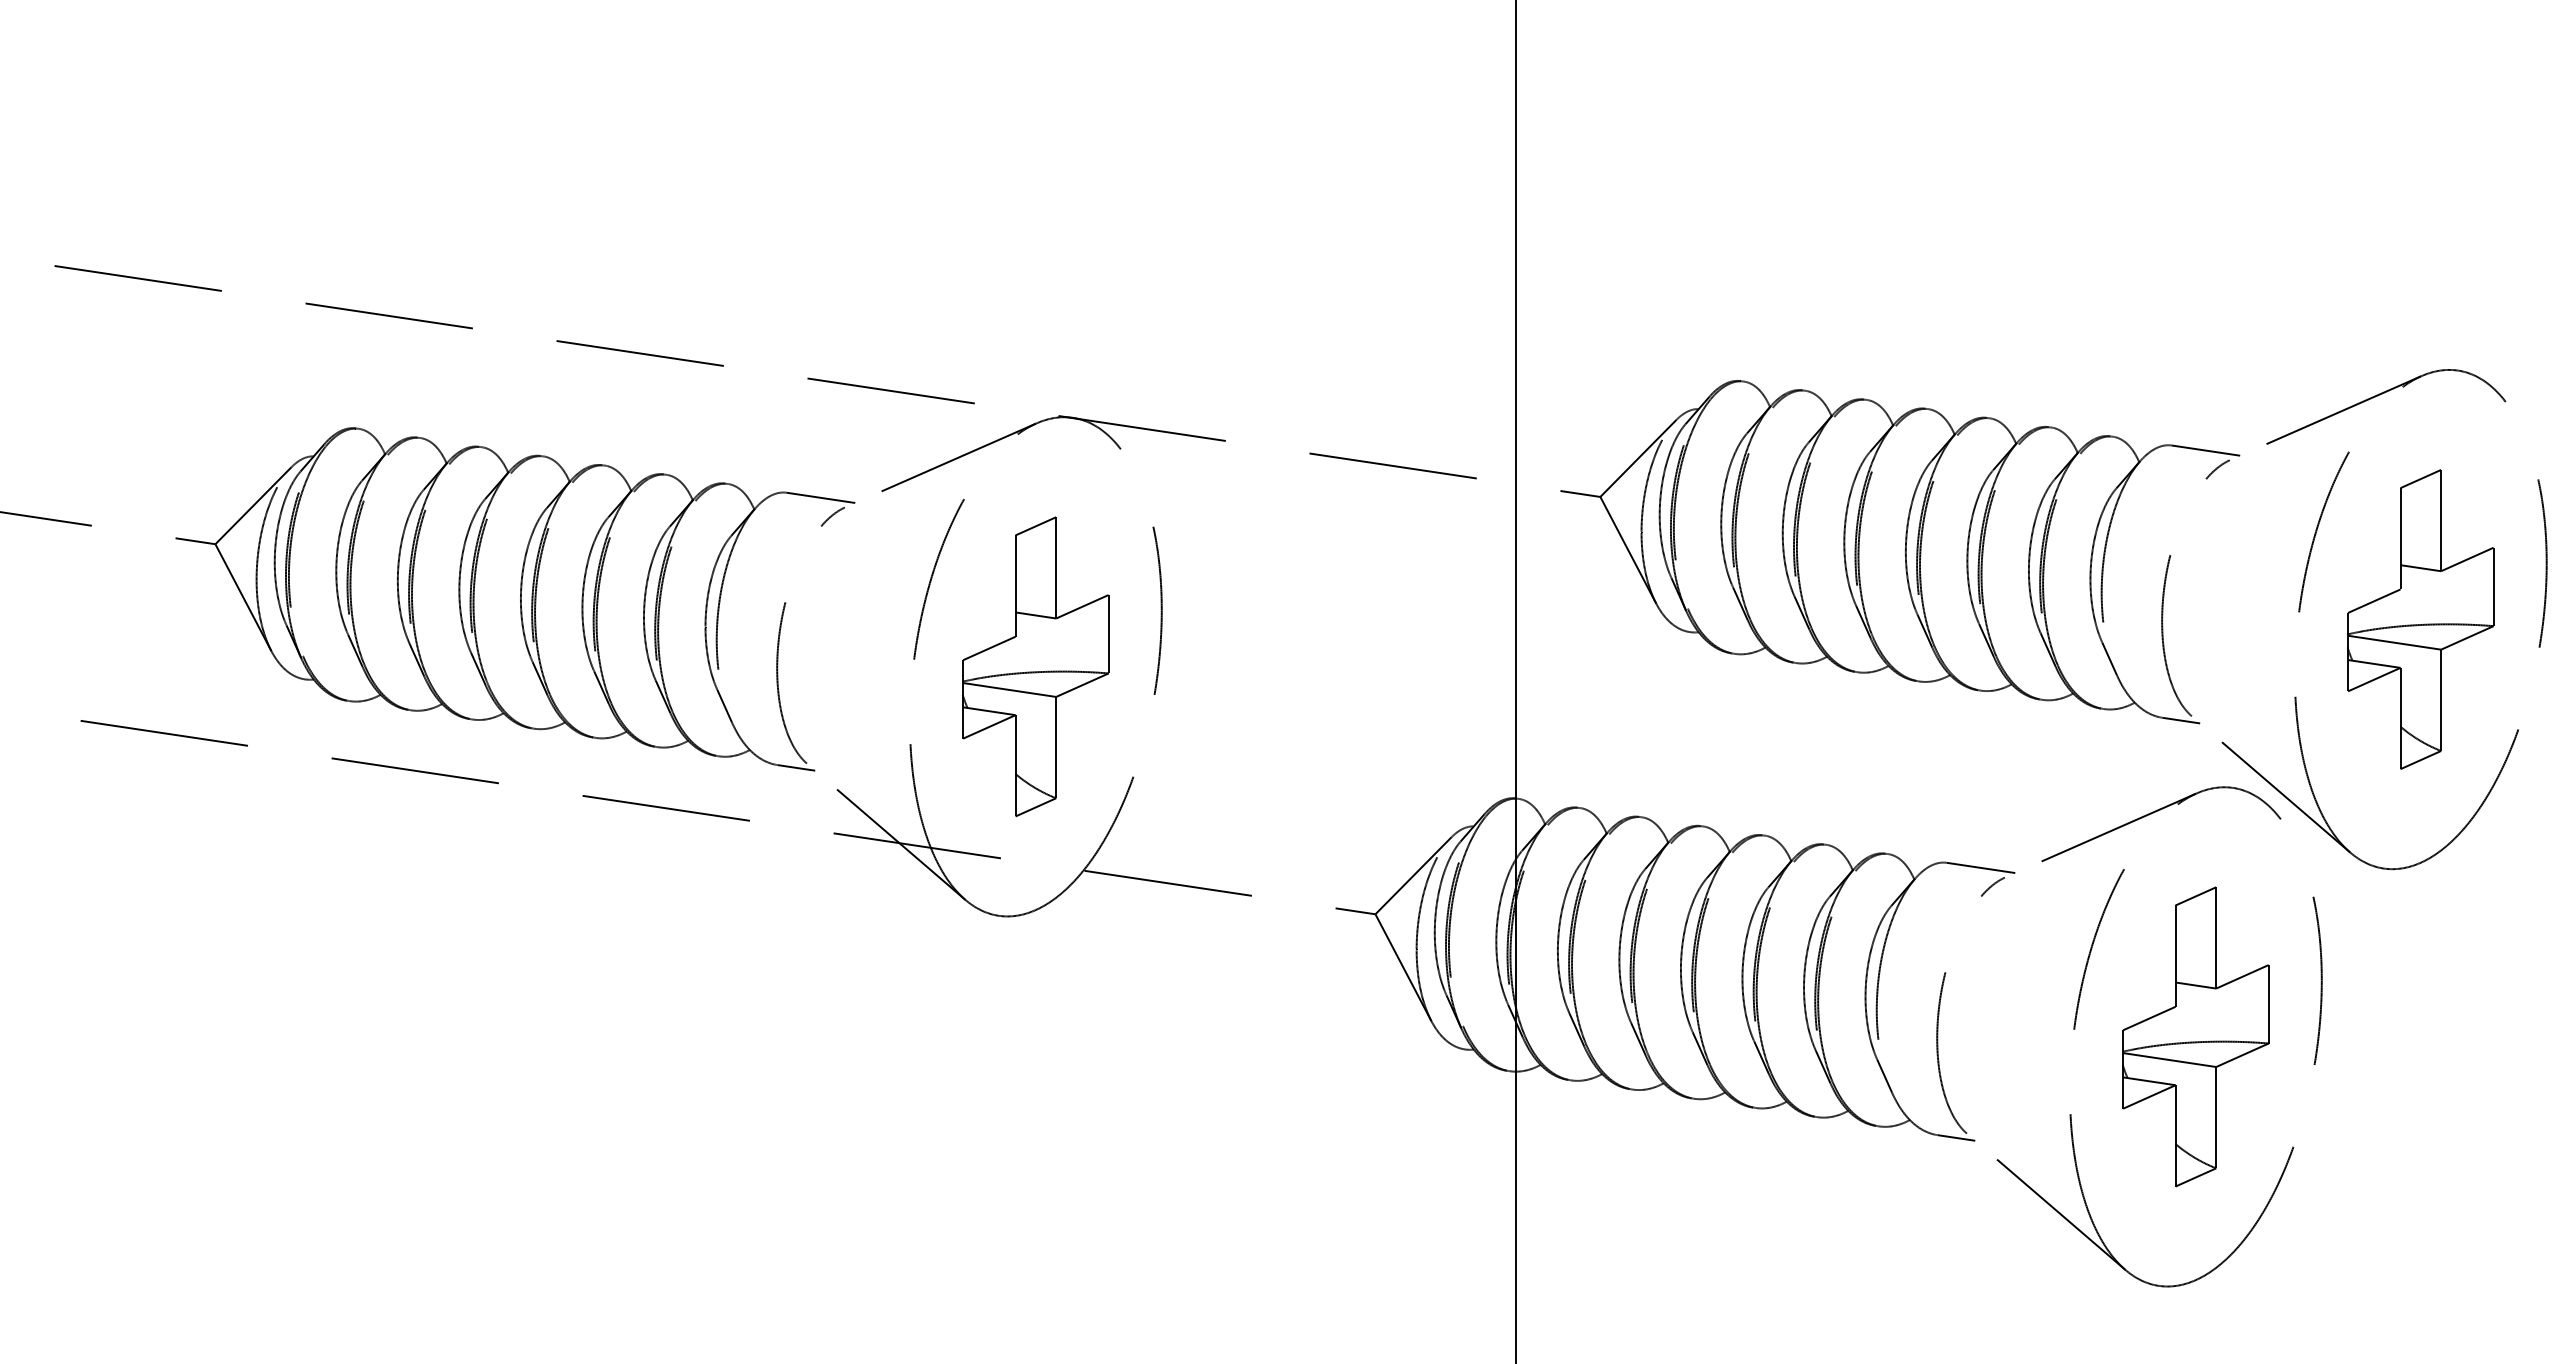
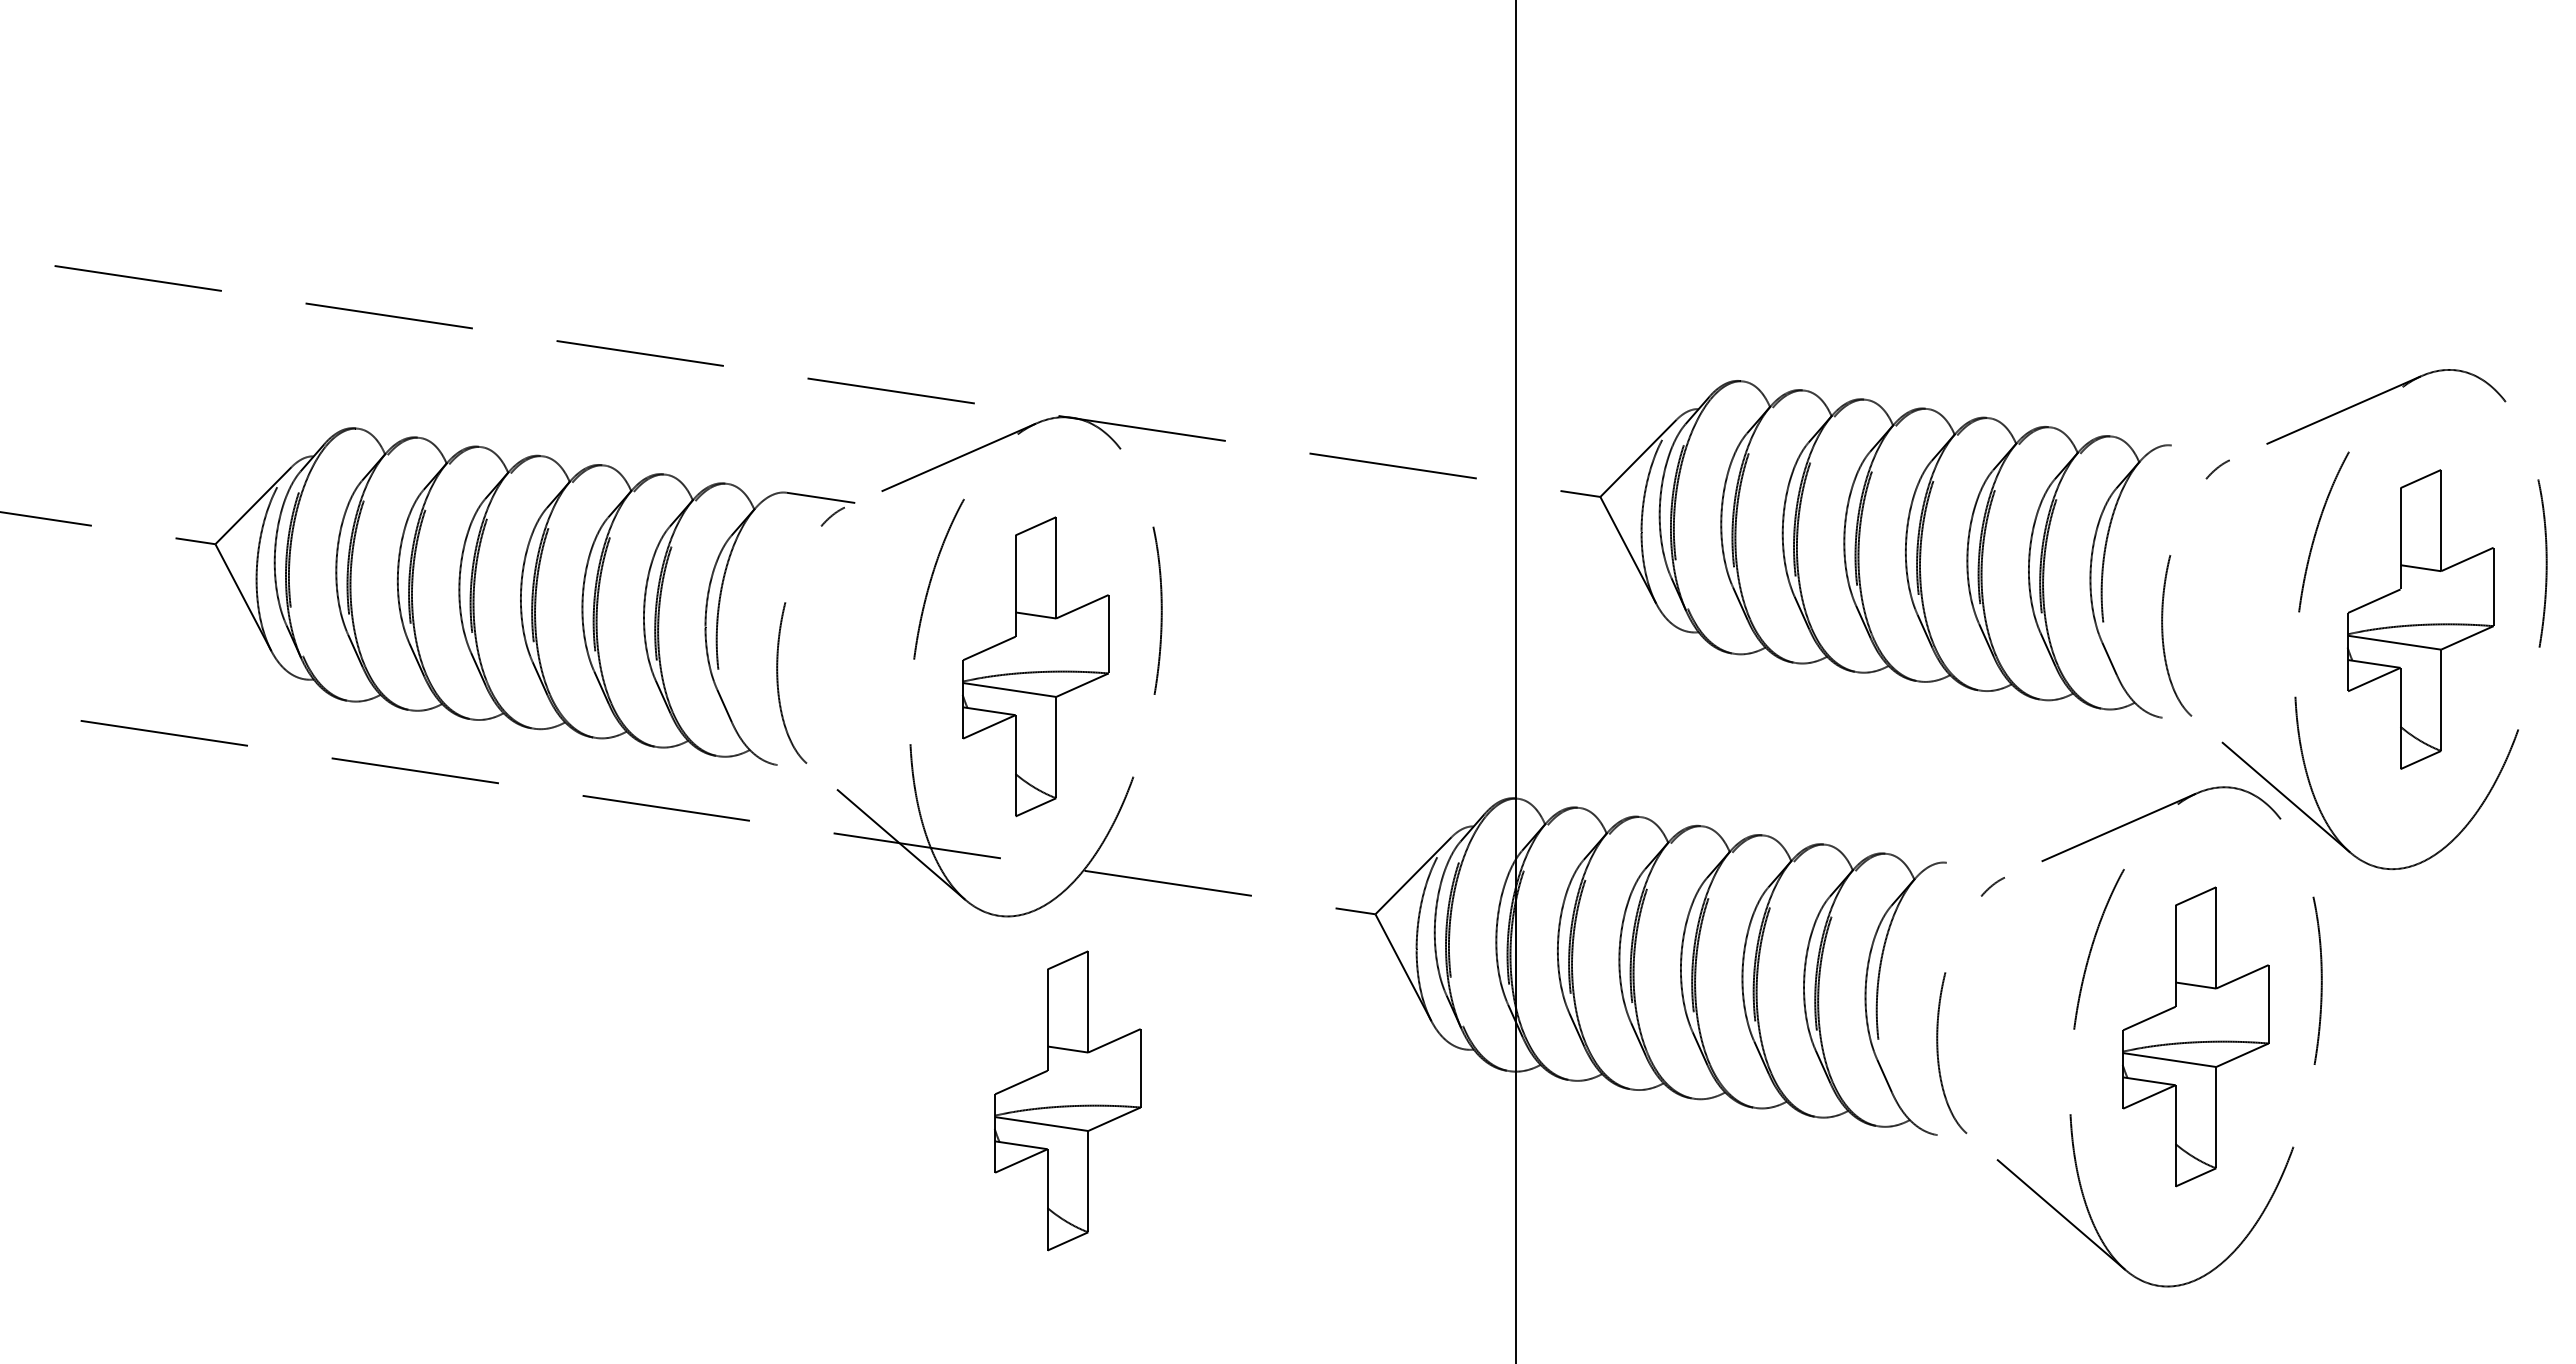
line at (2205, 450): present -> none
line at (2181, 720): present -> none
line at (796, 767): present -> none
line at (1980, 867): present -> none
part at (1067, 1100): none -> present
line at (1956, 1137): present -> none
